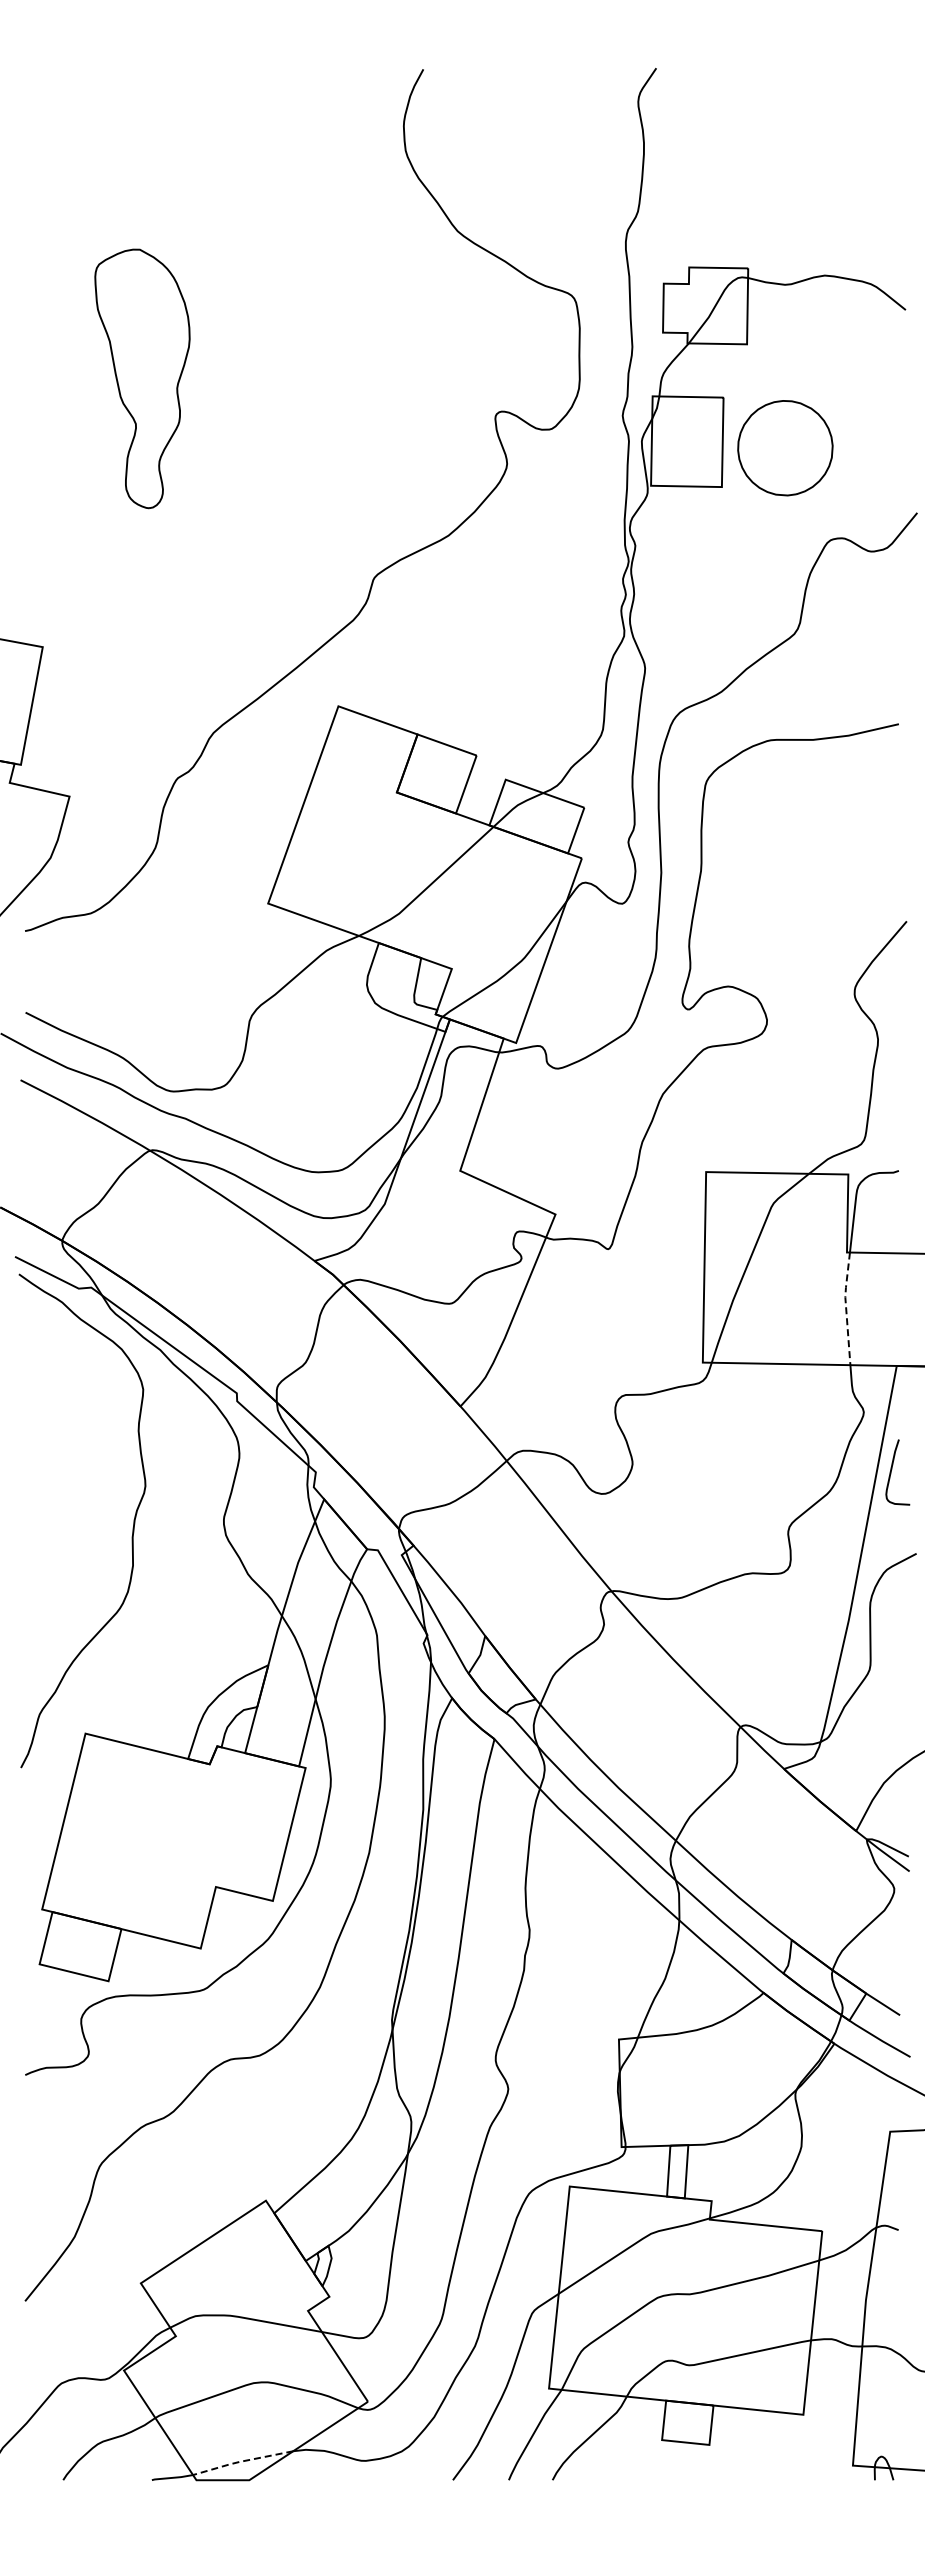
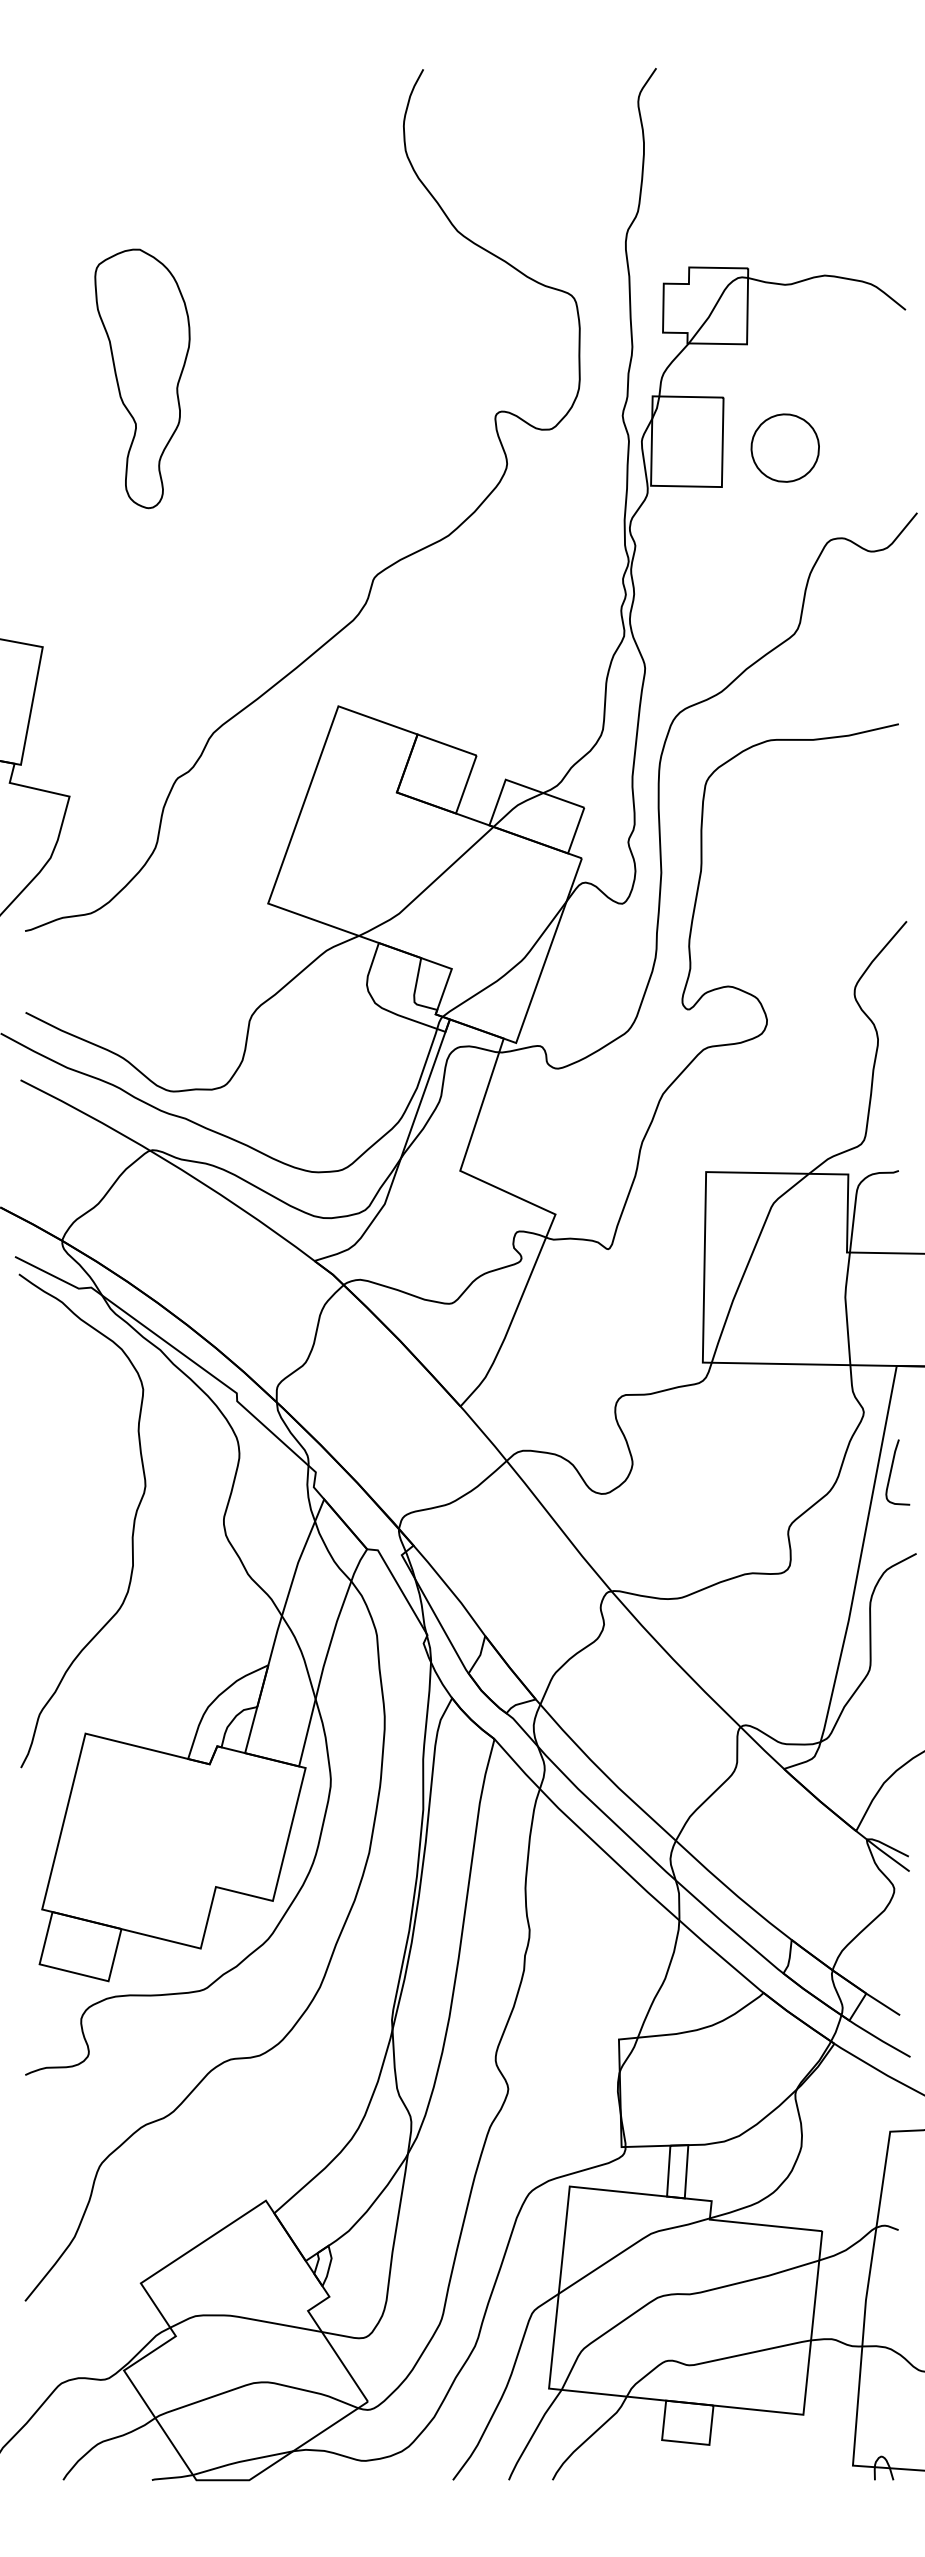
part at (785, 448) size: 97x97 px -> 70x70 px
line at (846, 1307): dashed -> solid
line at (241, 2461): dashed -> solid
